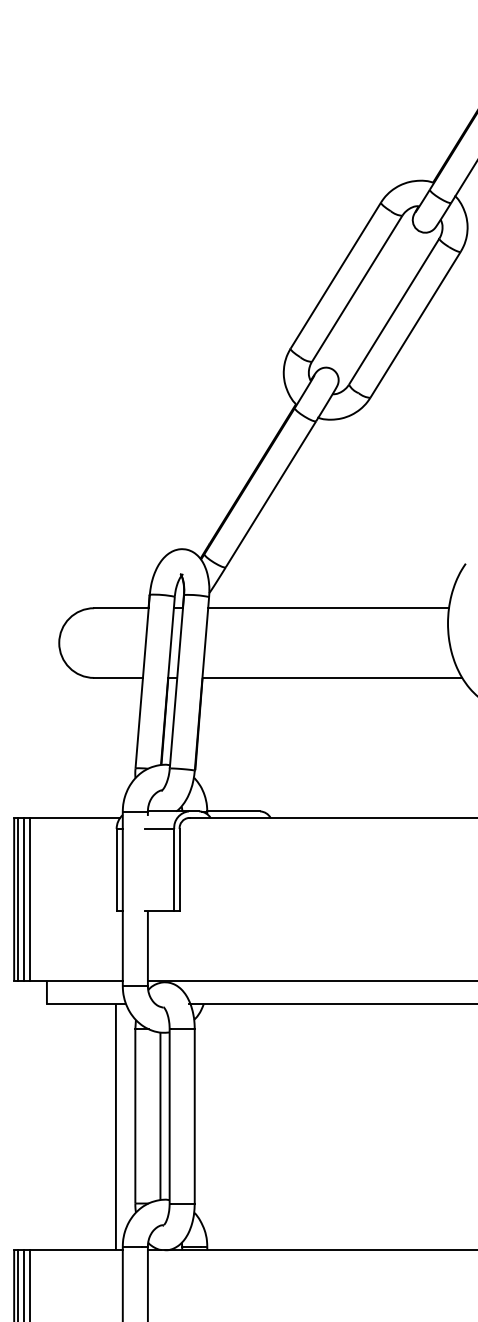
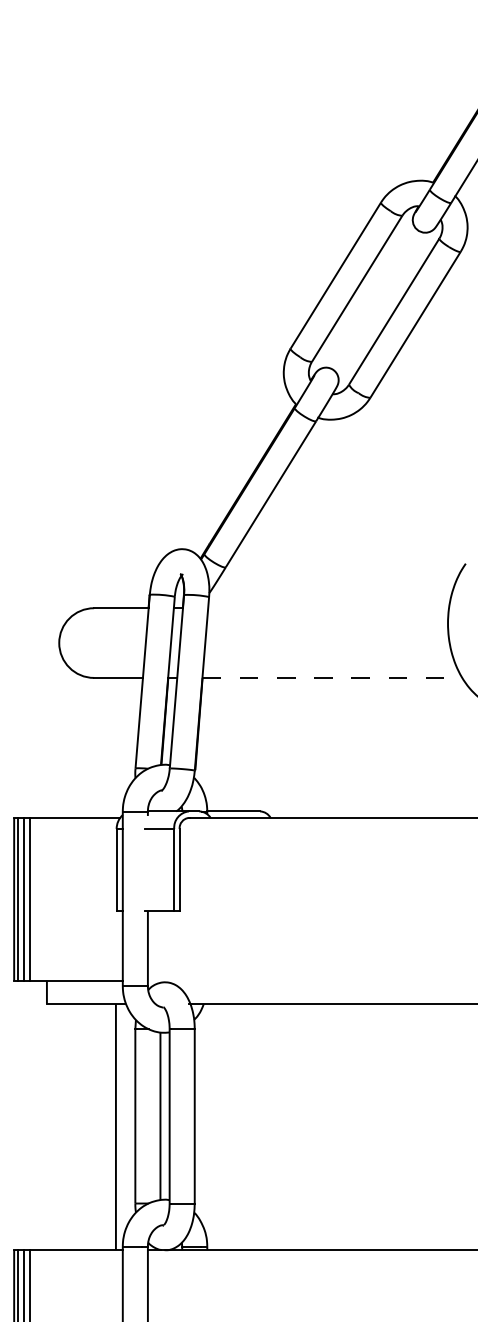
line at (328, 608): present -> none
line at (332, 677): solid -> dashed
line at (310, 980): present -> none
